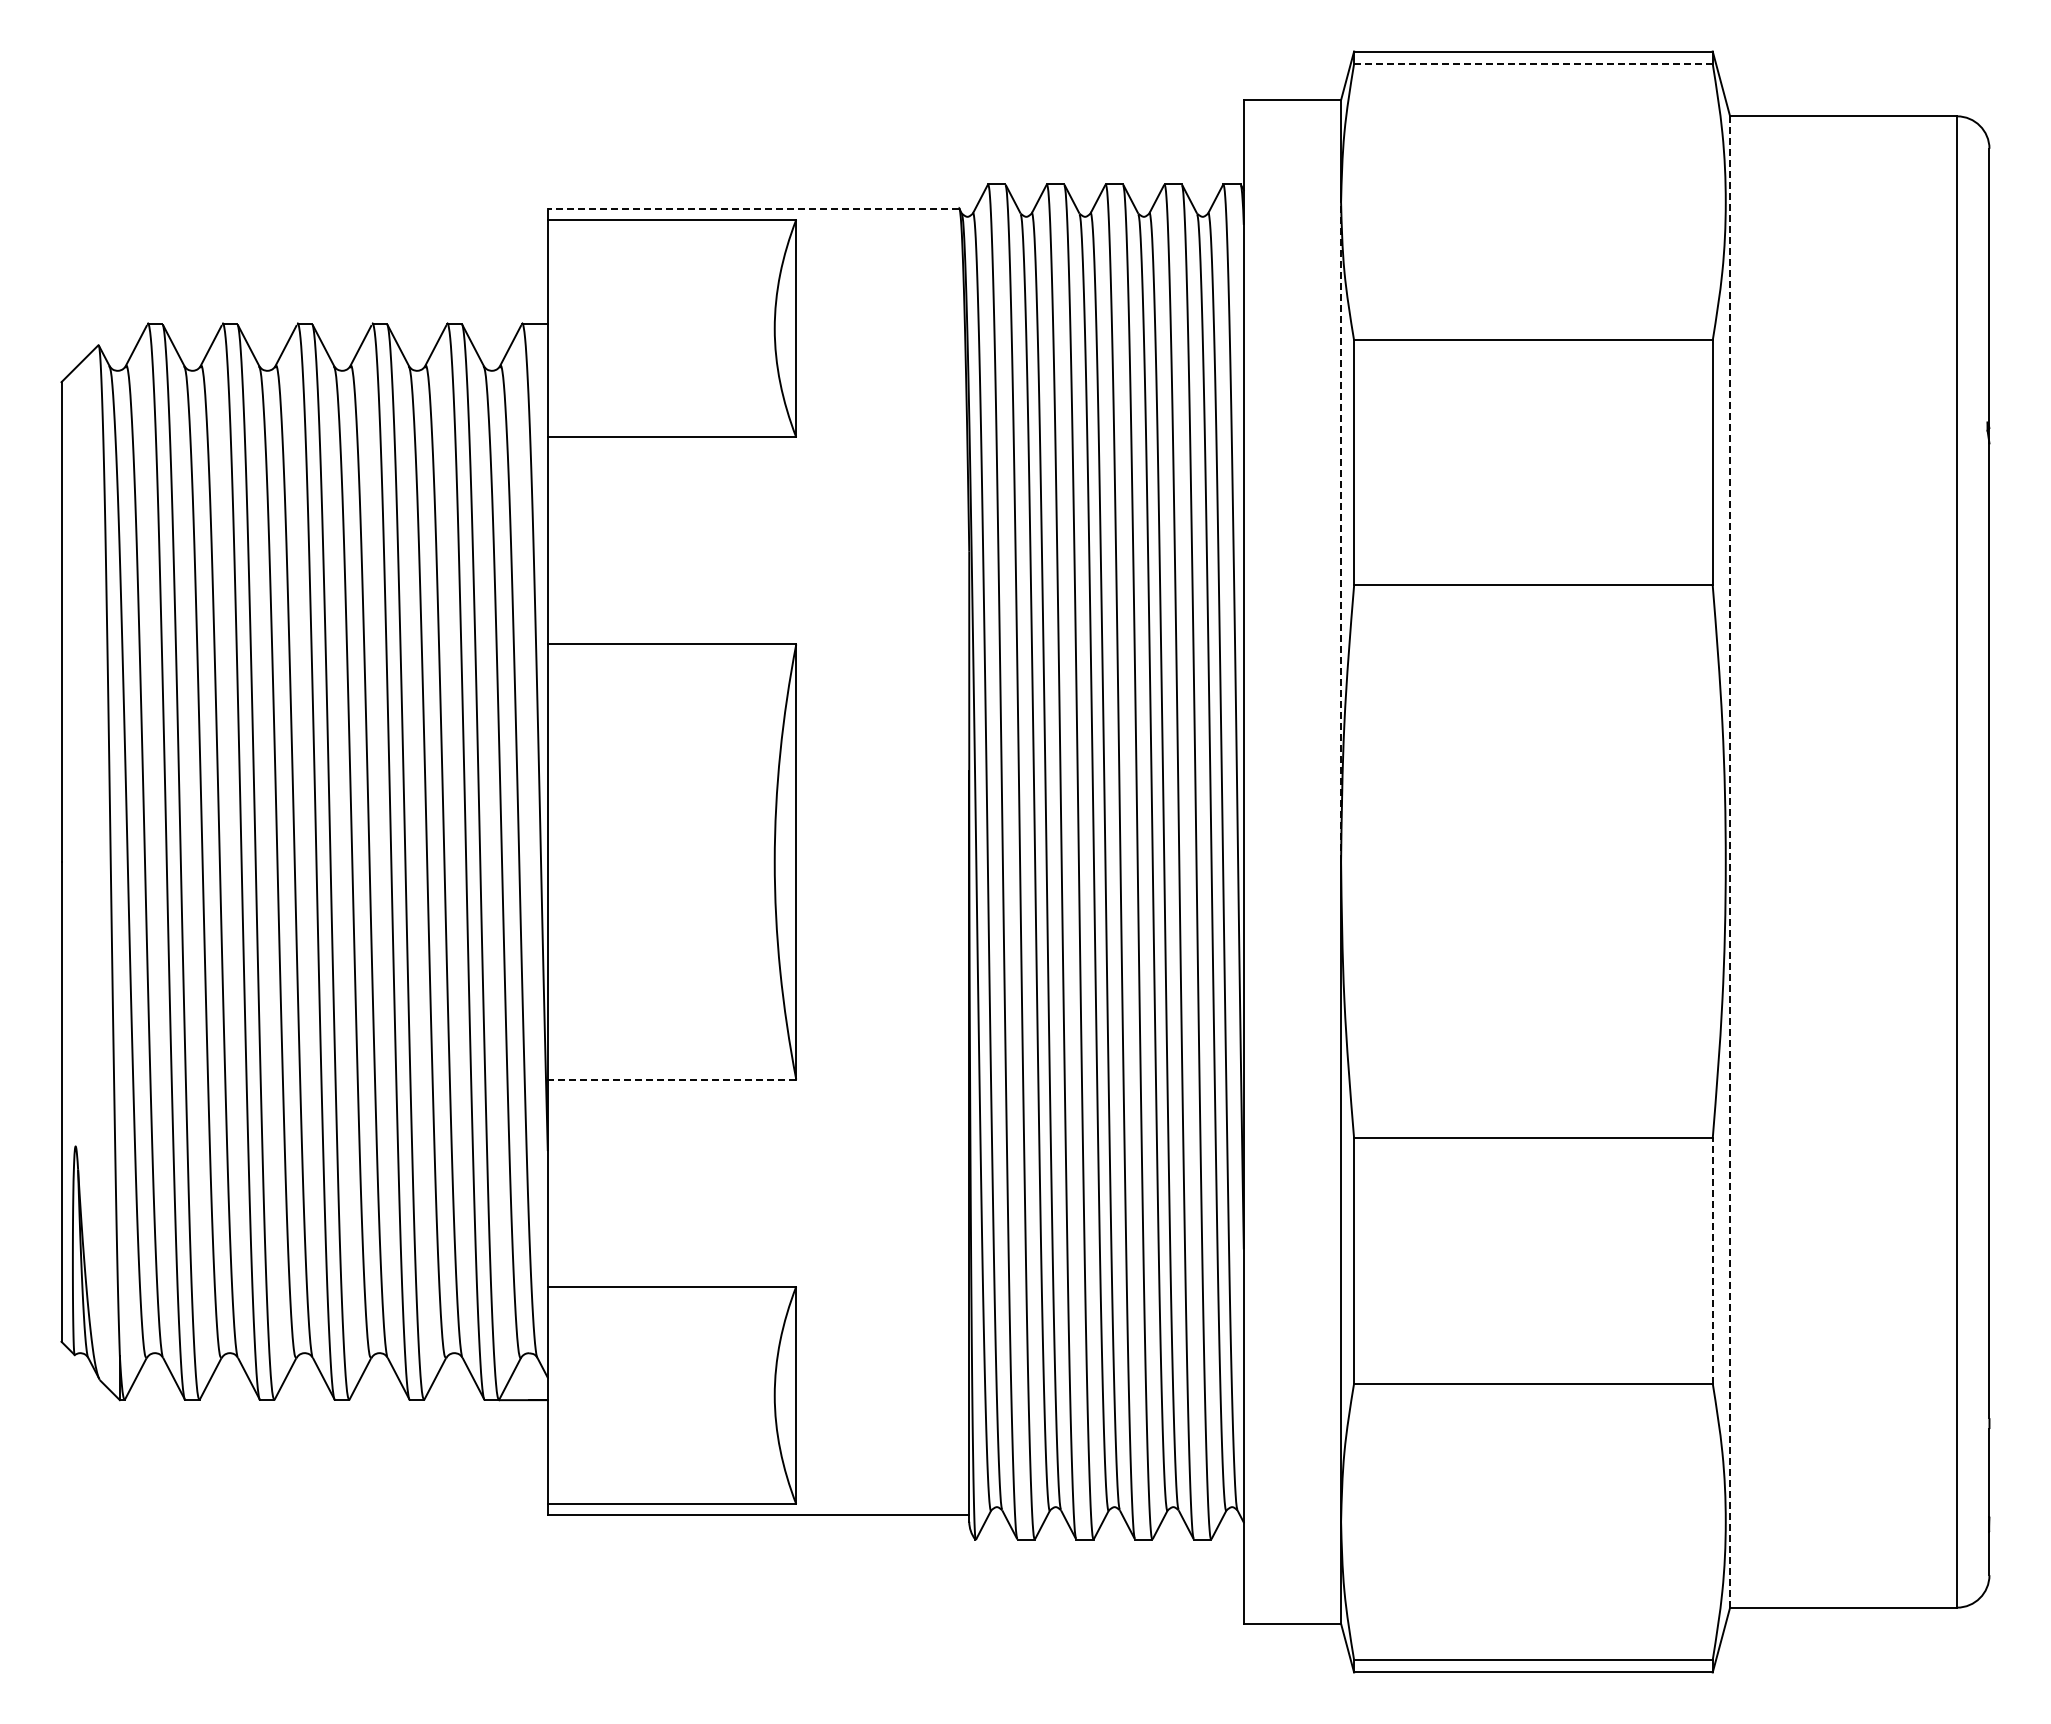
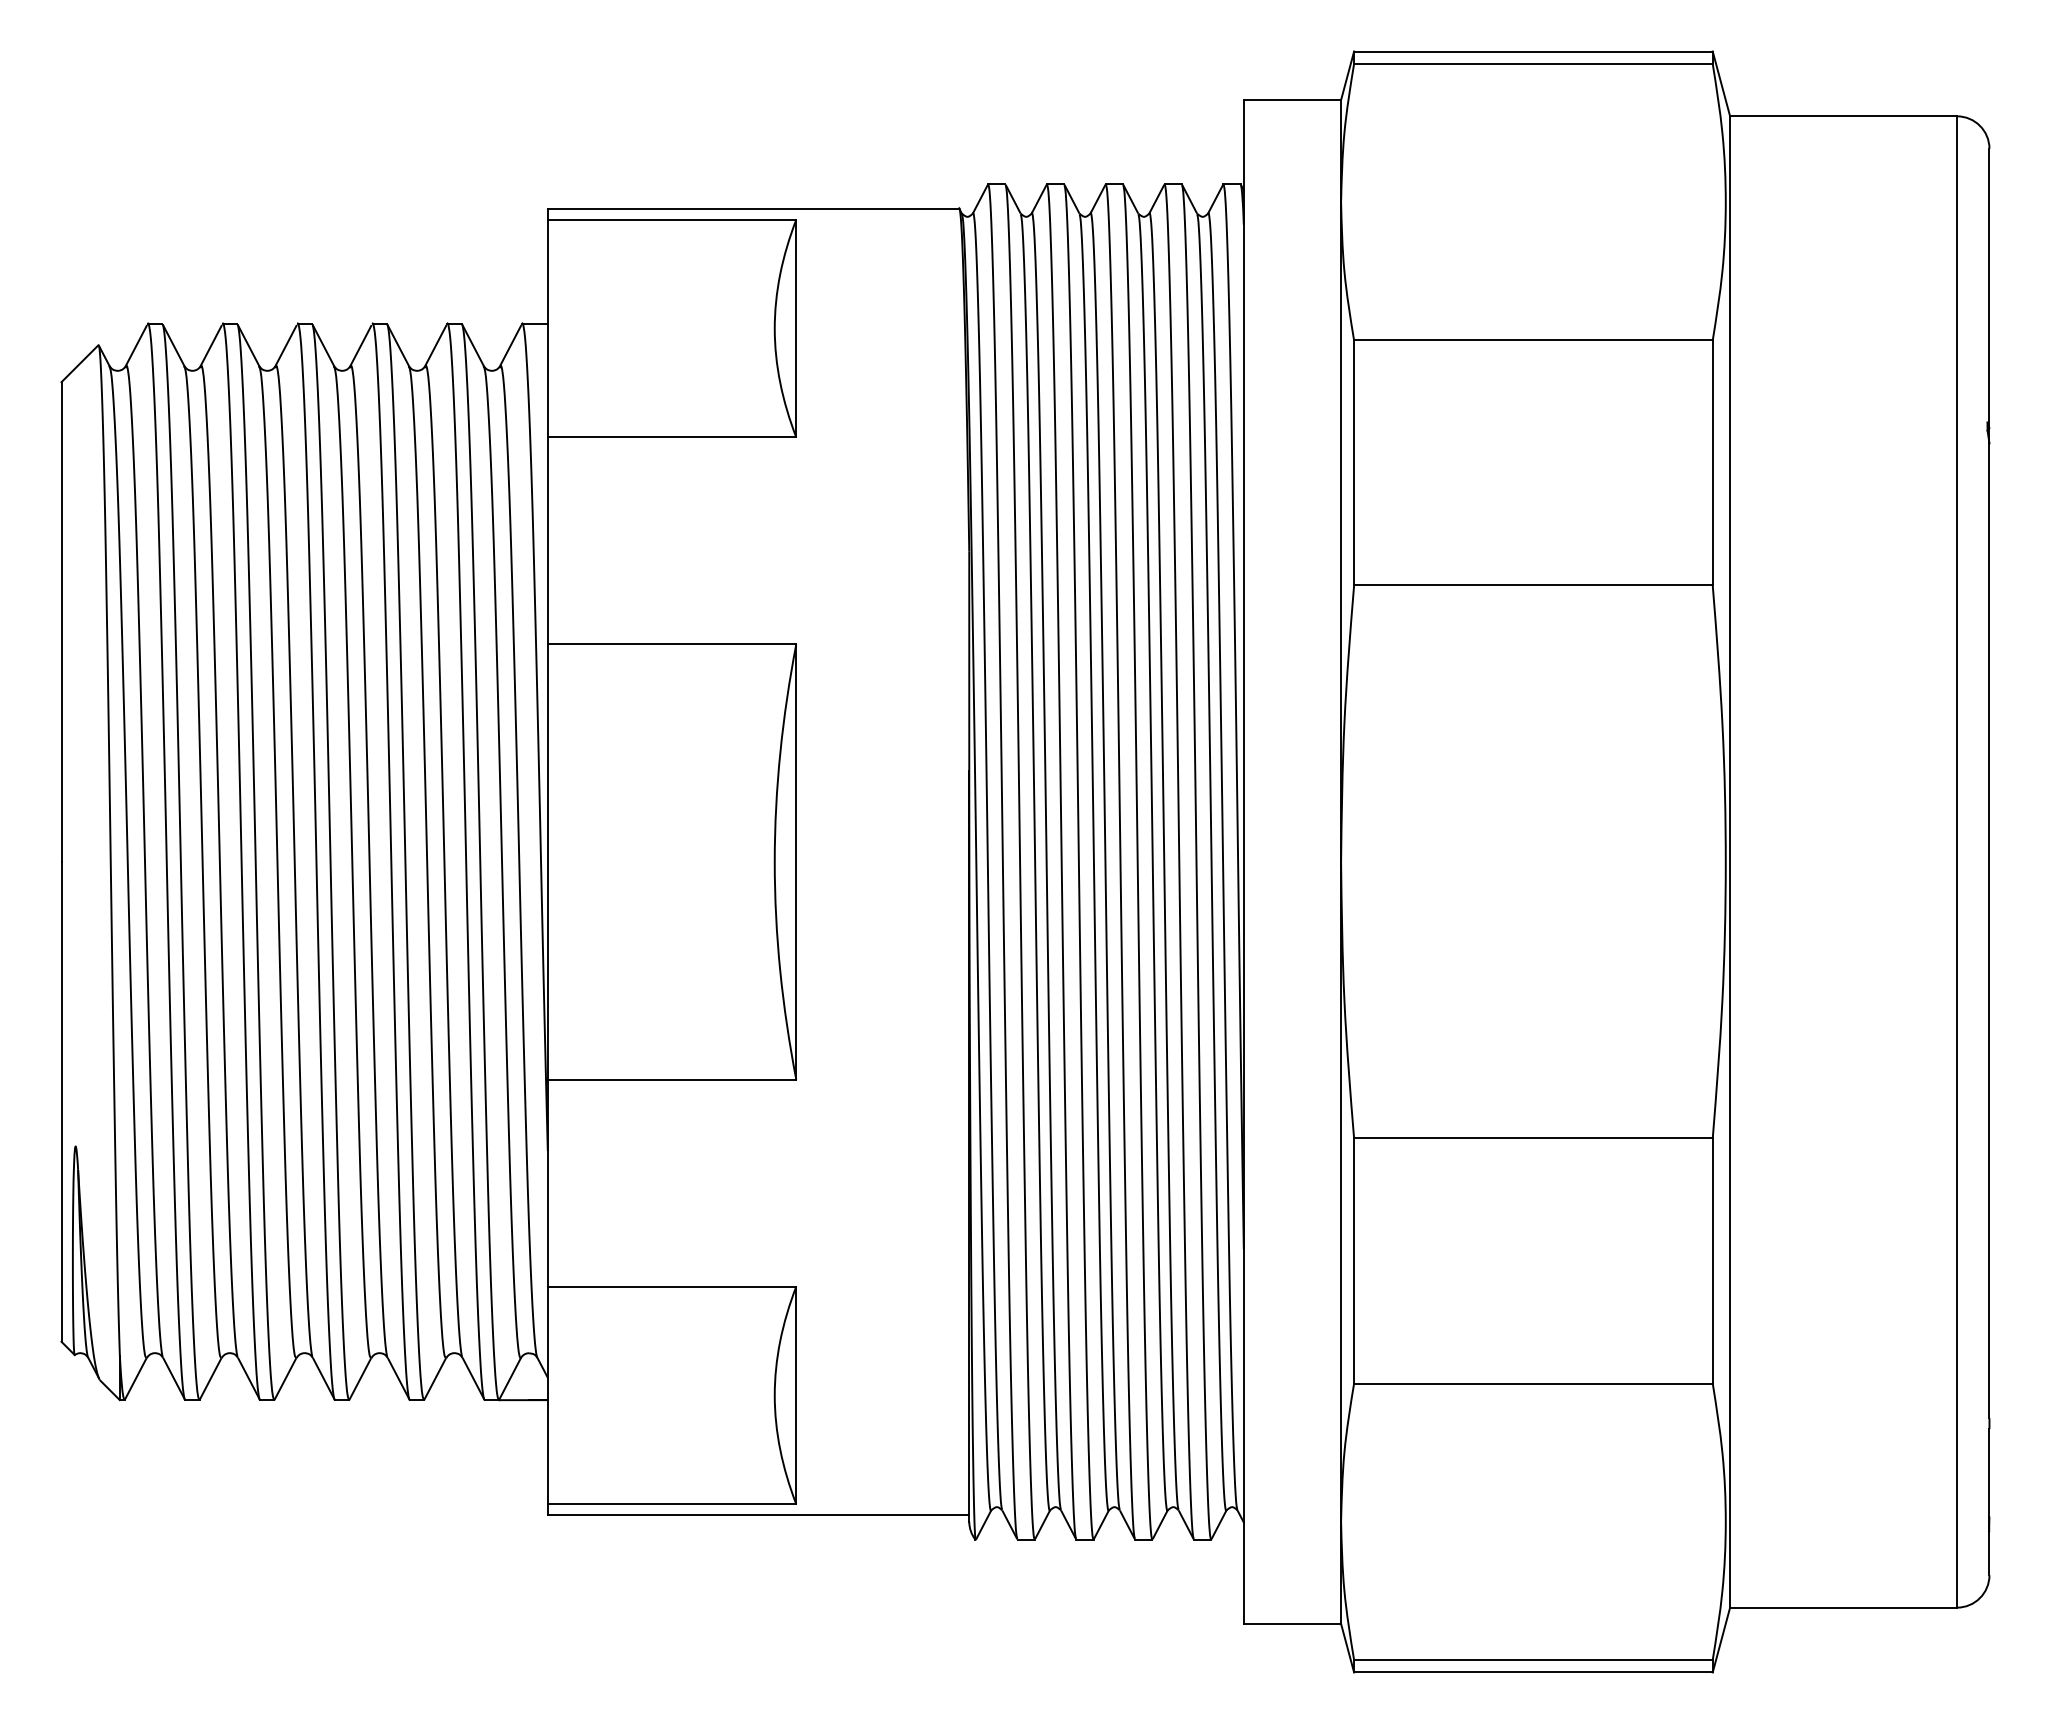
line at (1532, 63): dashed -> solid
line at (753, 208): dashed -> solid
line at (1341, 532): dashed -> solid
line at (1730, 861): dashed -> solid
line at (671, 1079): dashed -> solid
line at (1712, 1261): dashed -> solid
